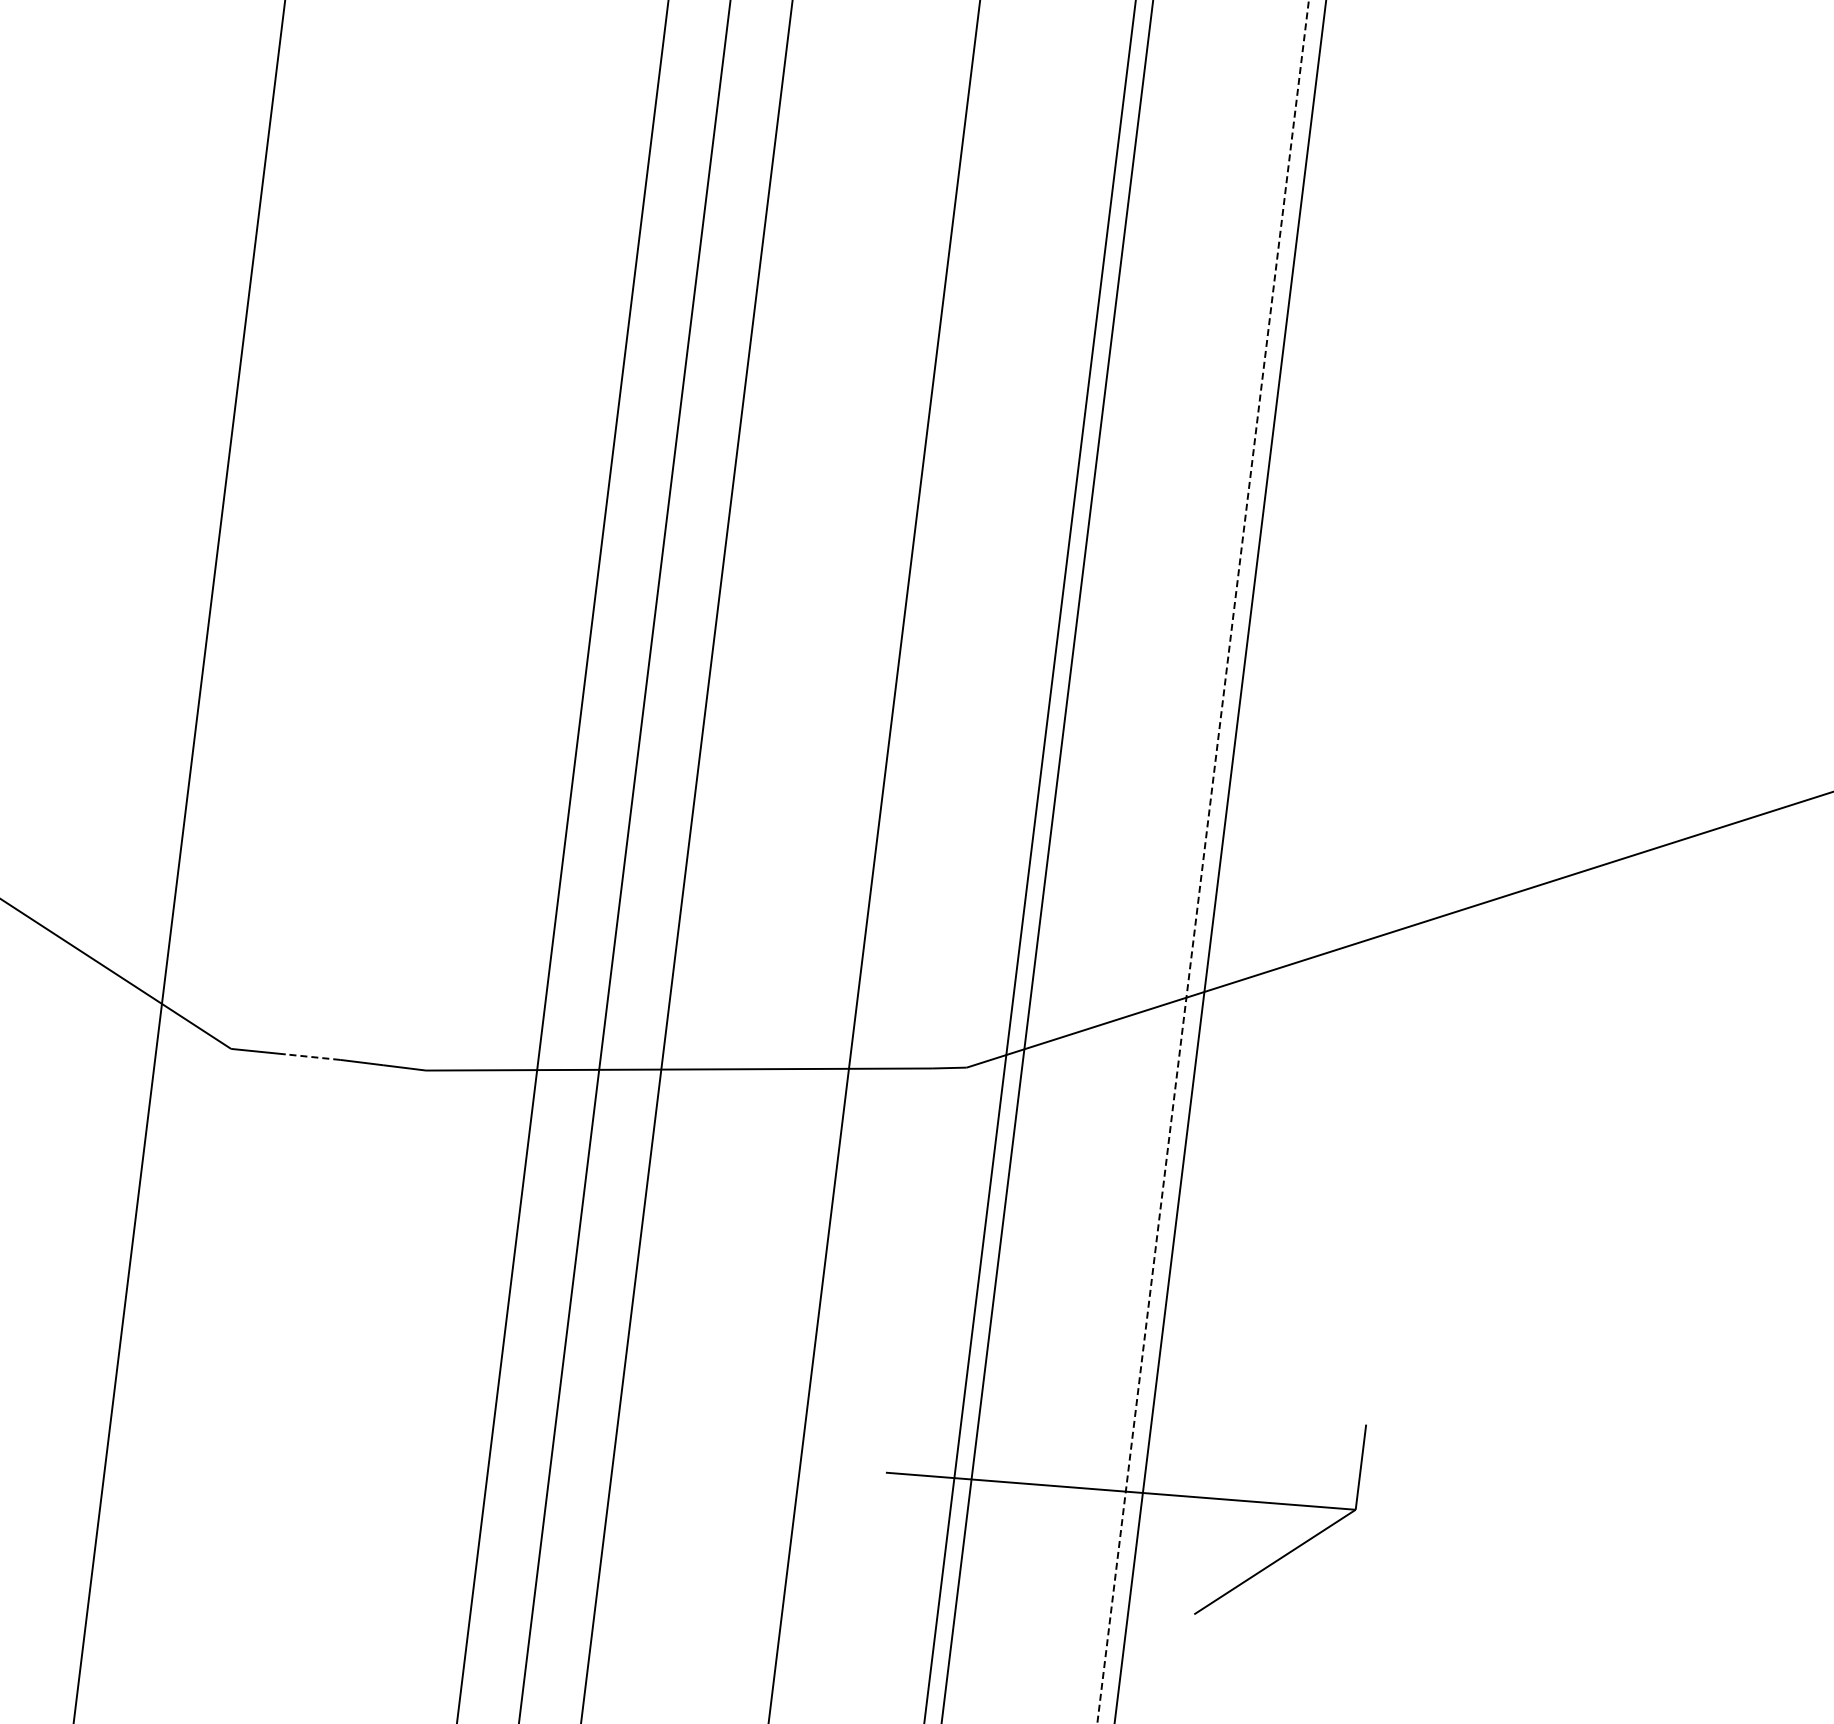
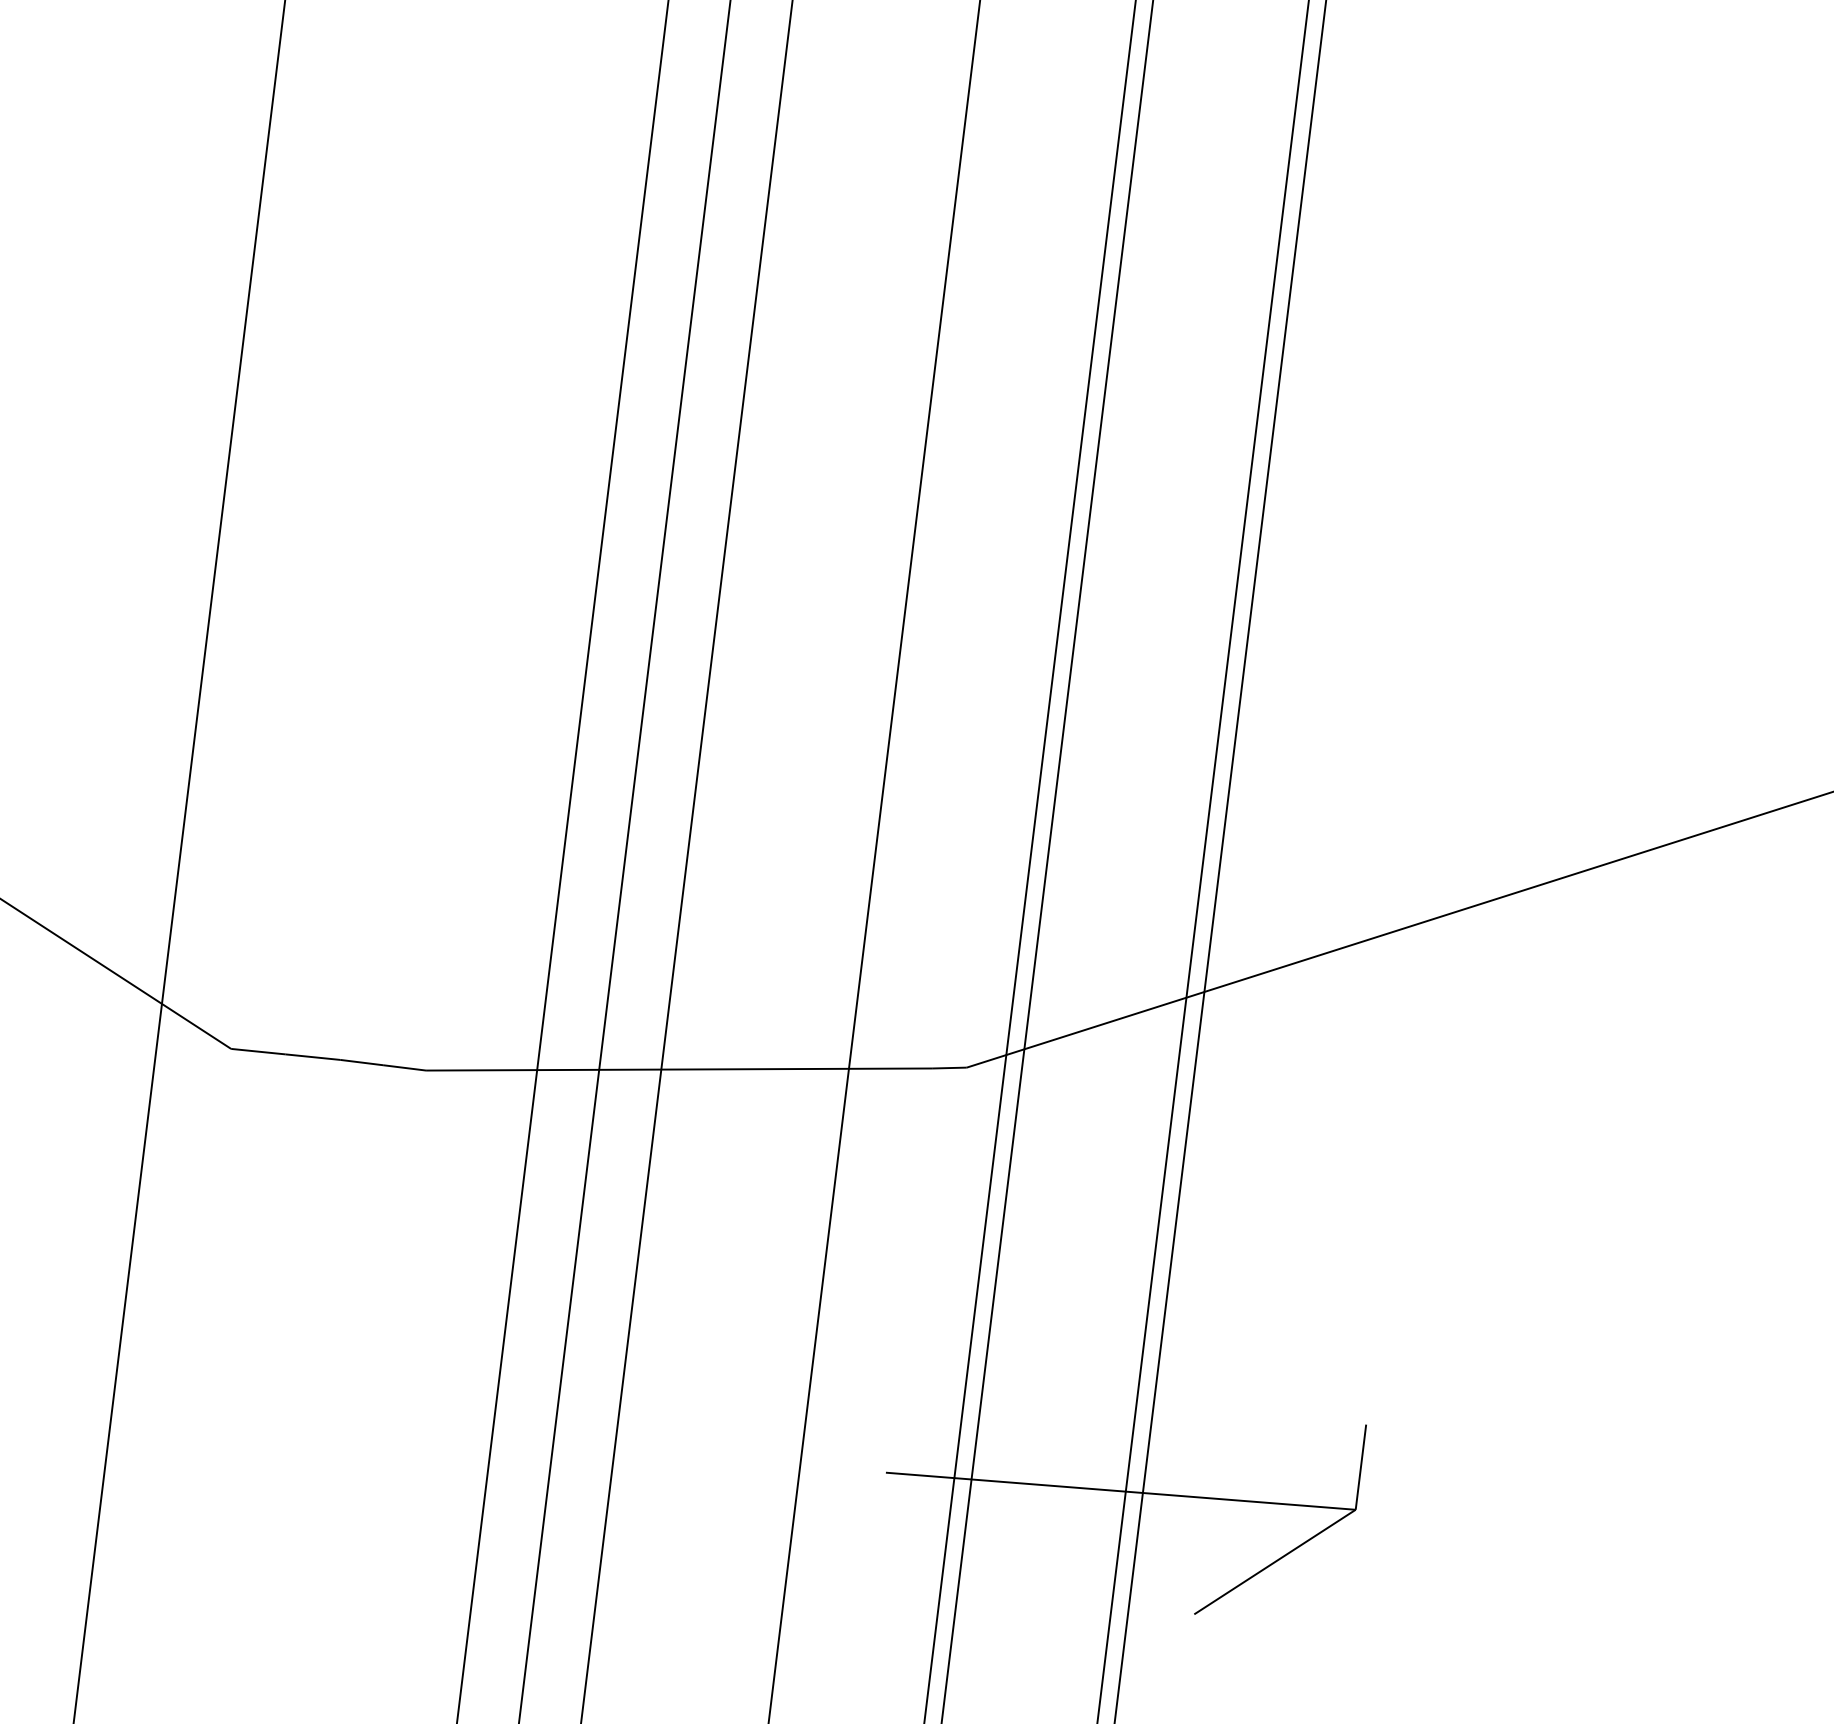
line at (1203, 862): dashed -> solid
line at (312, 1057): dashed -> solid
